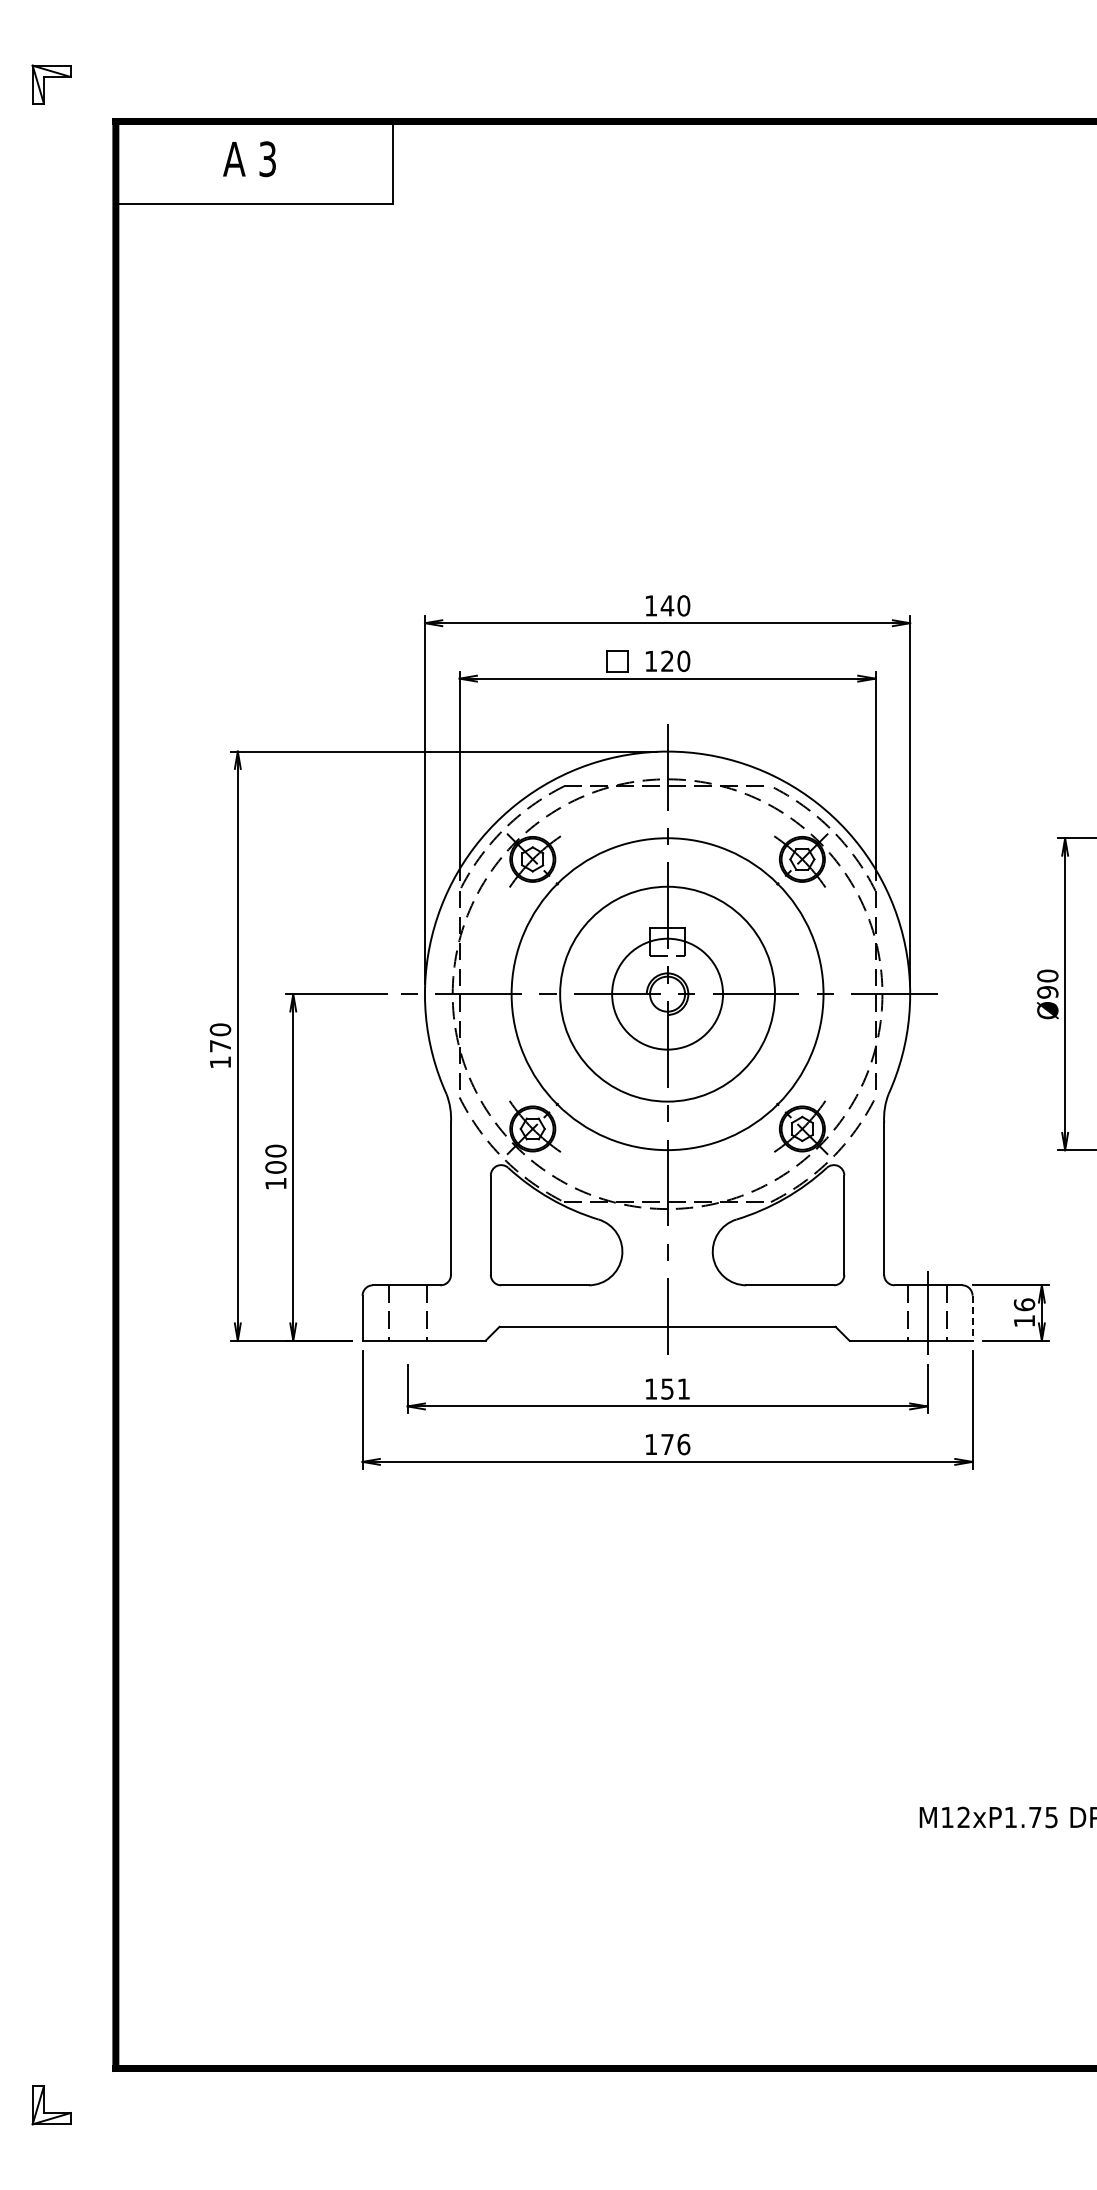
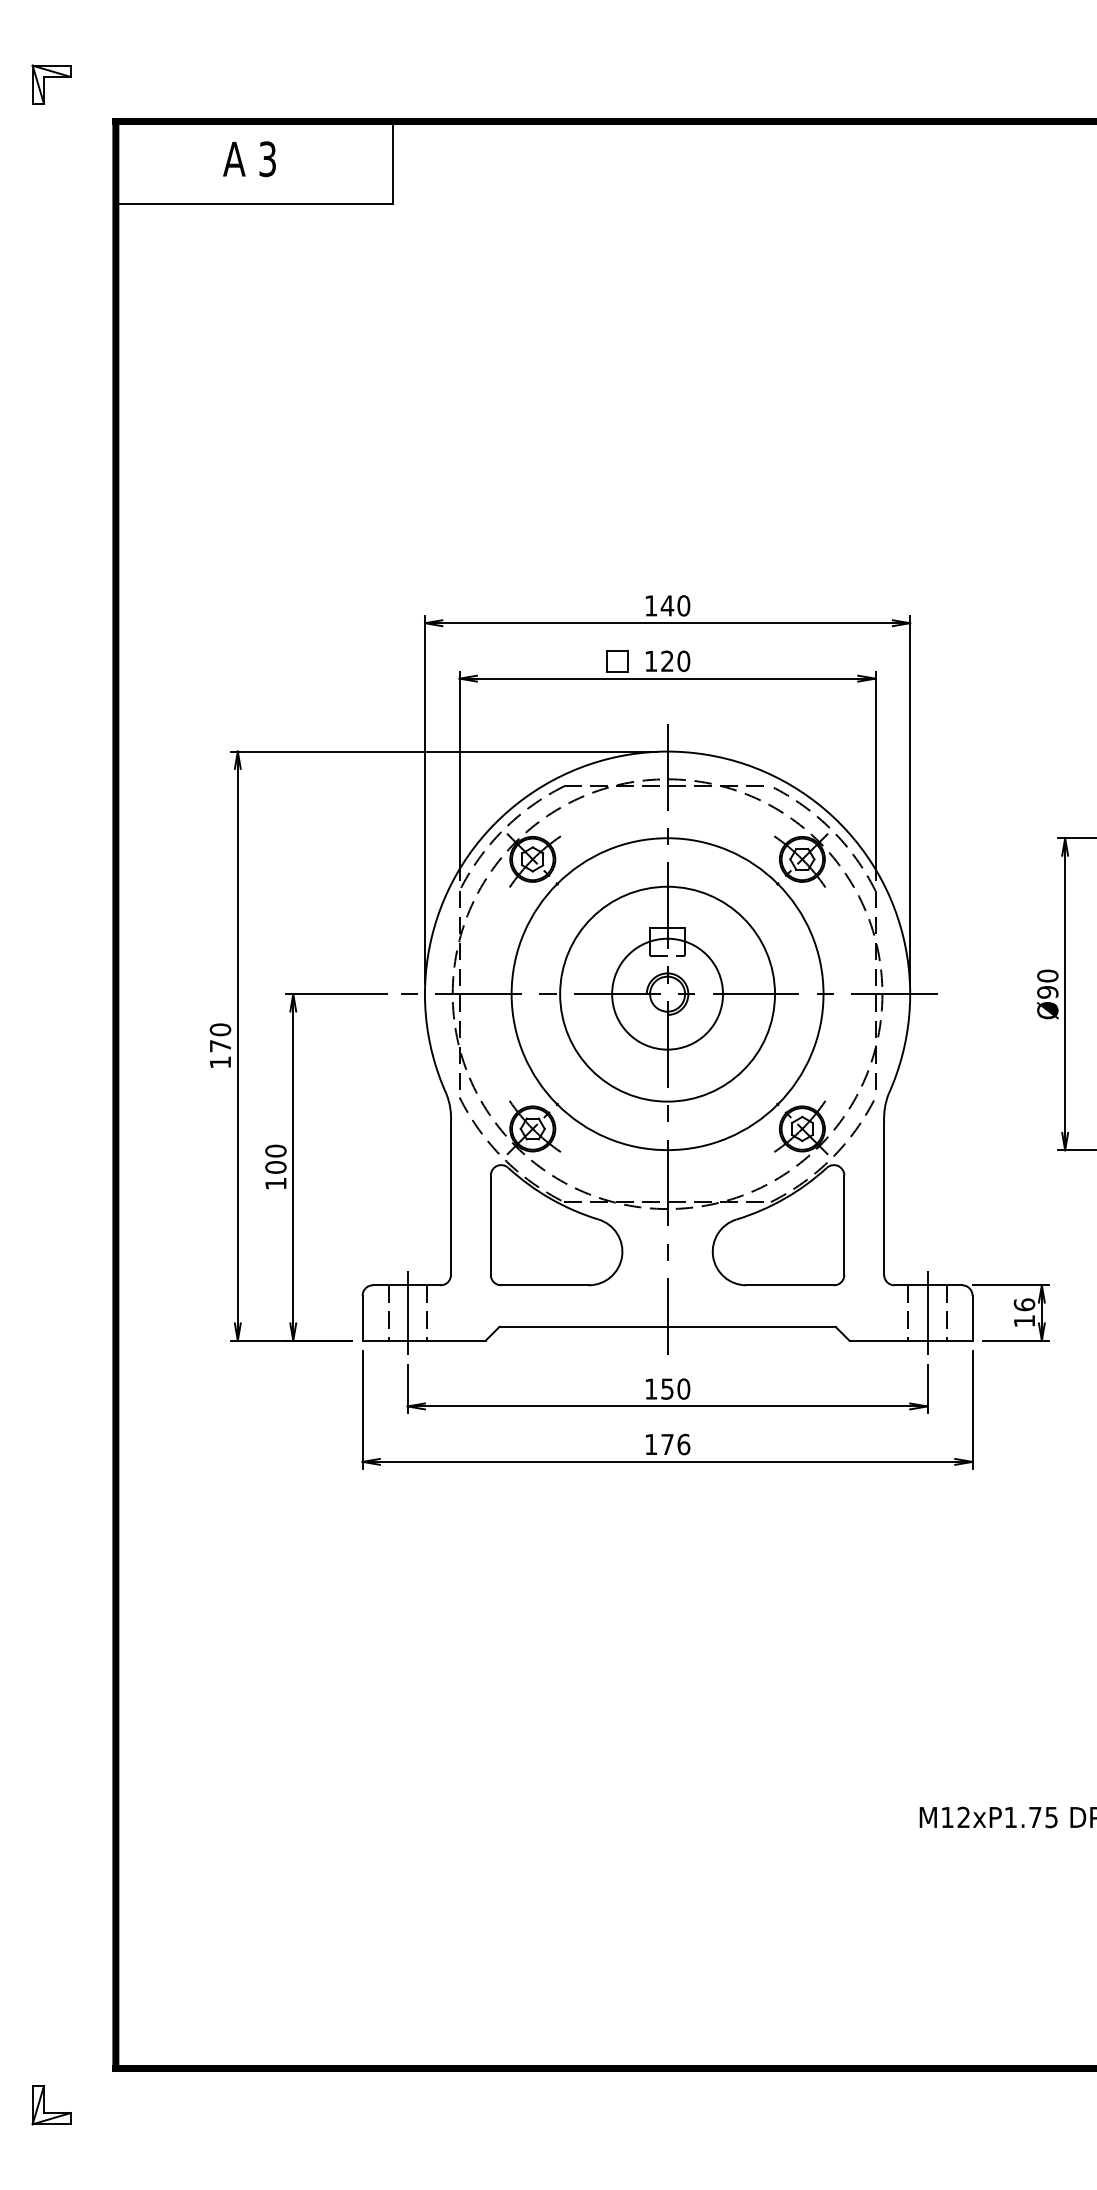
line at (407, 1312): none -> present
line at (972, 1318): dashed -> solid
text at (683, 1388): 151 -> 150
